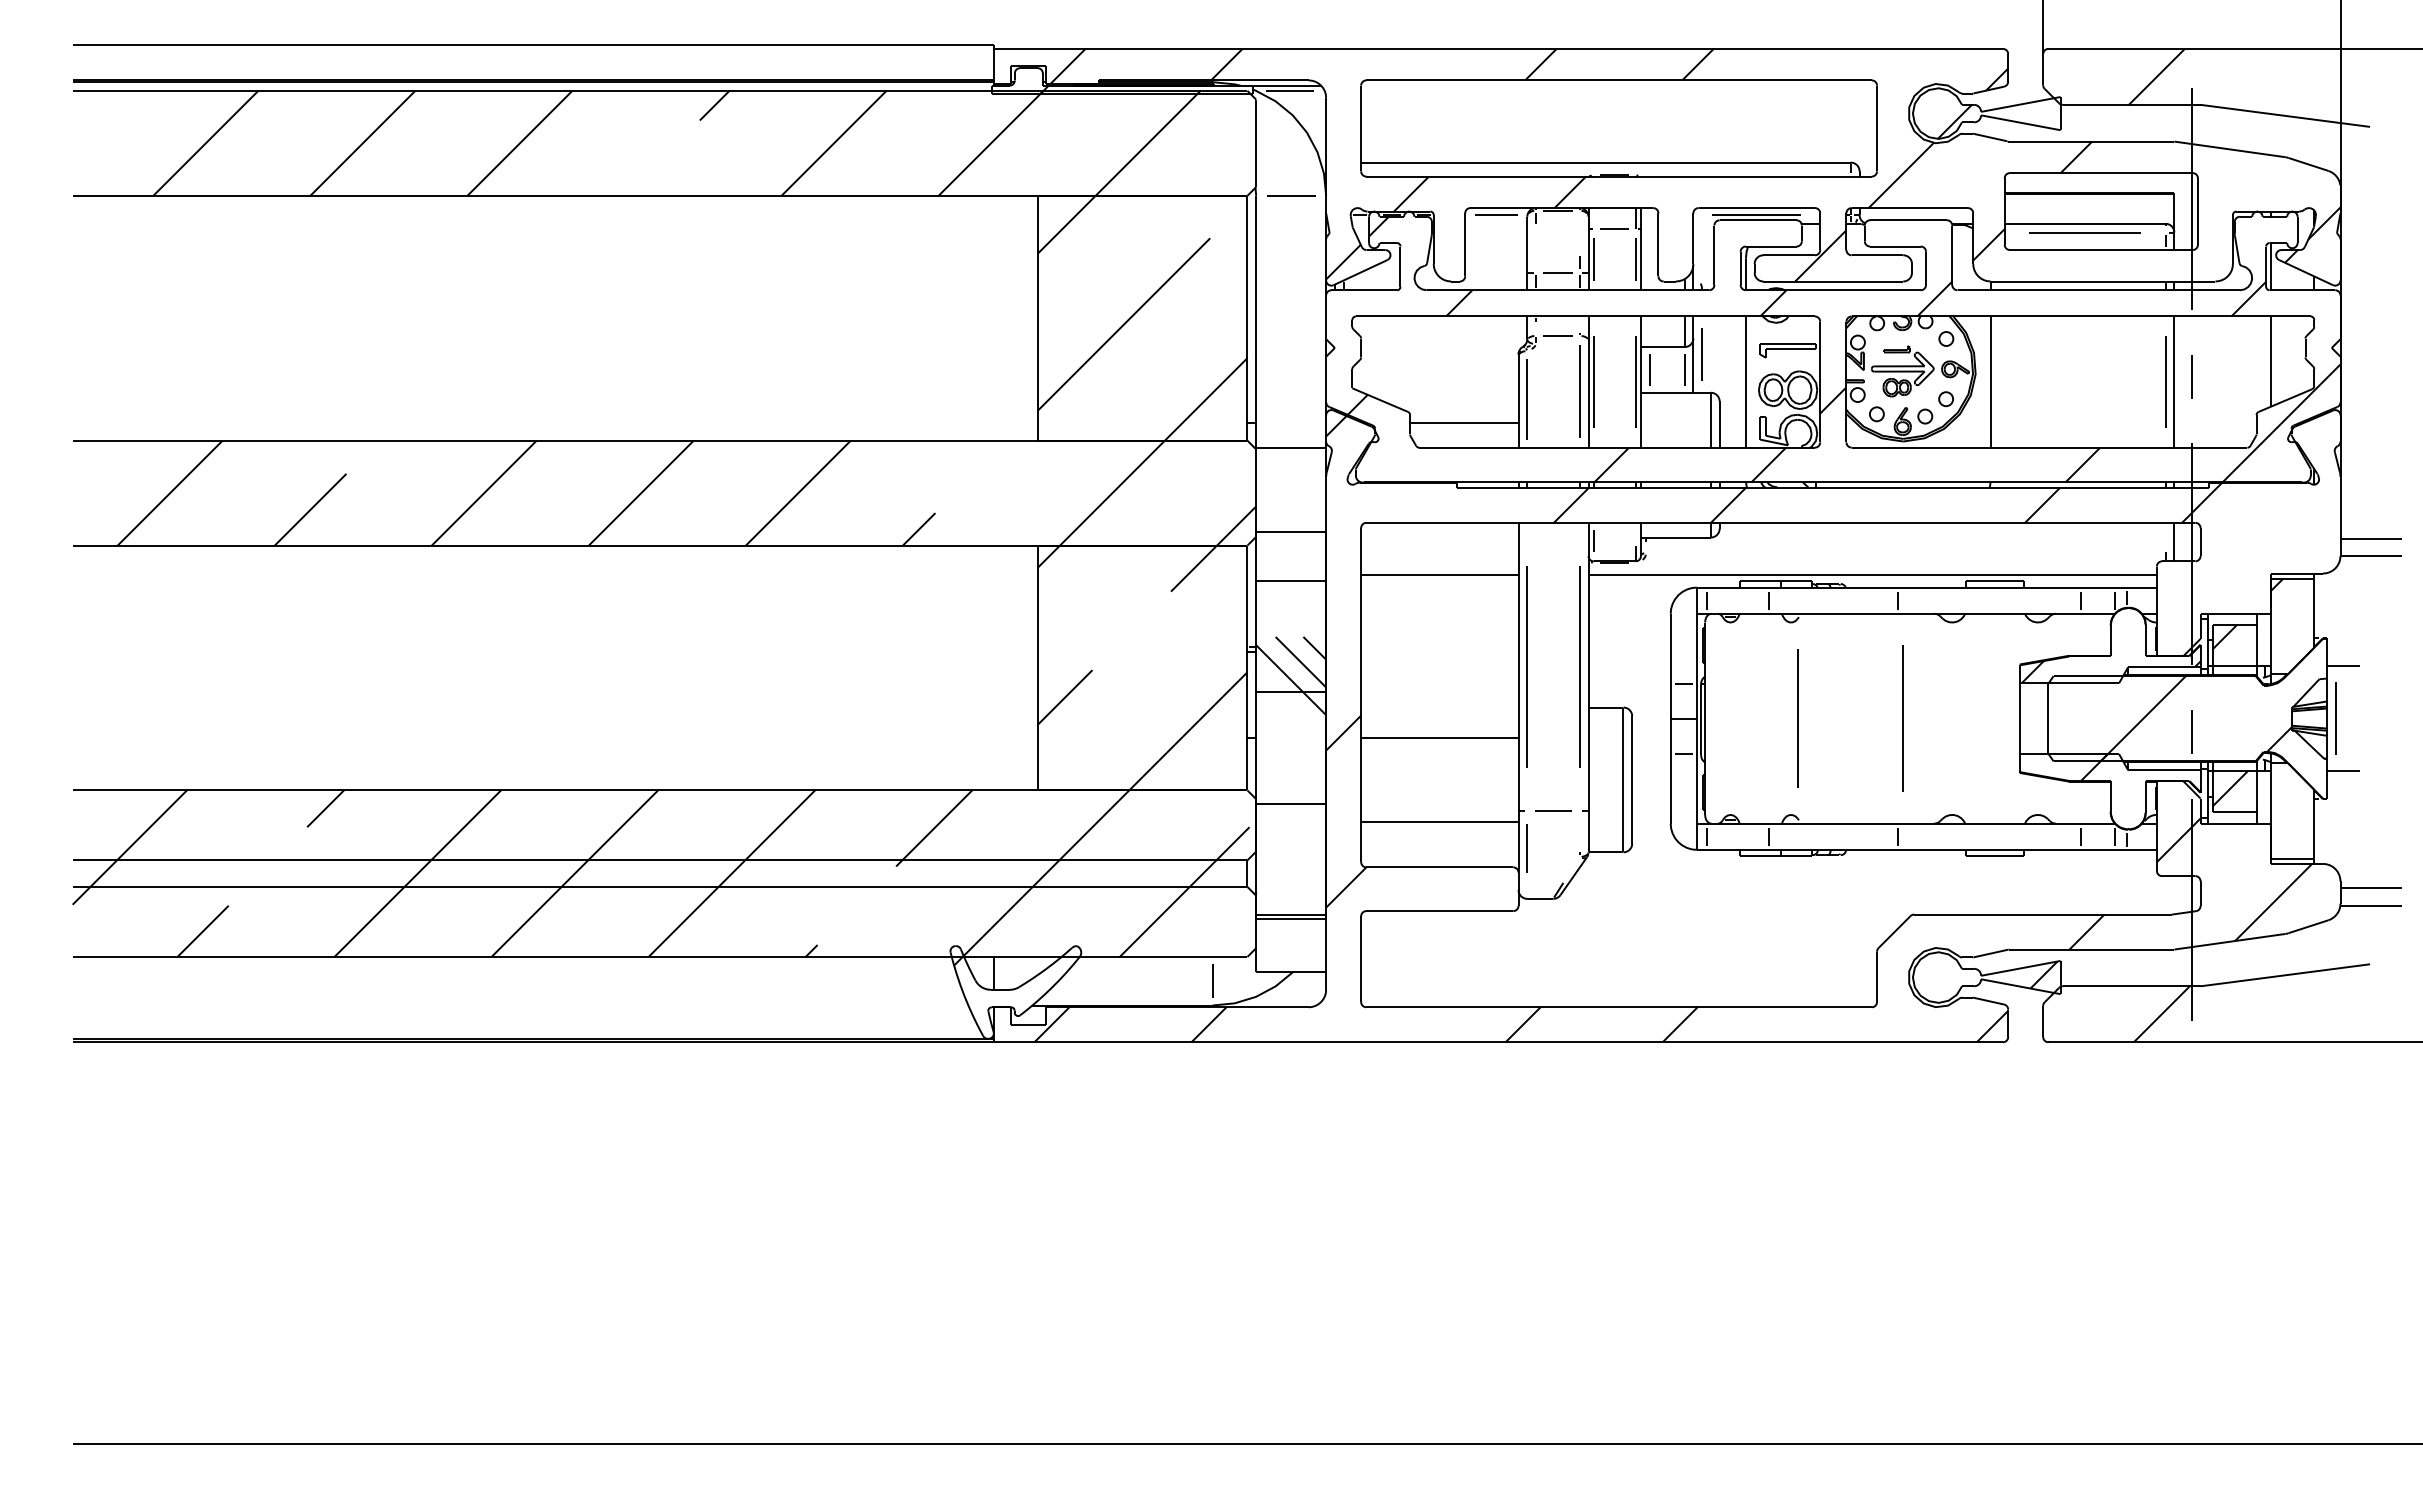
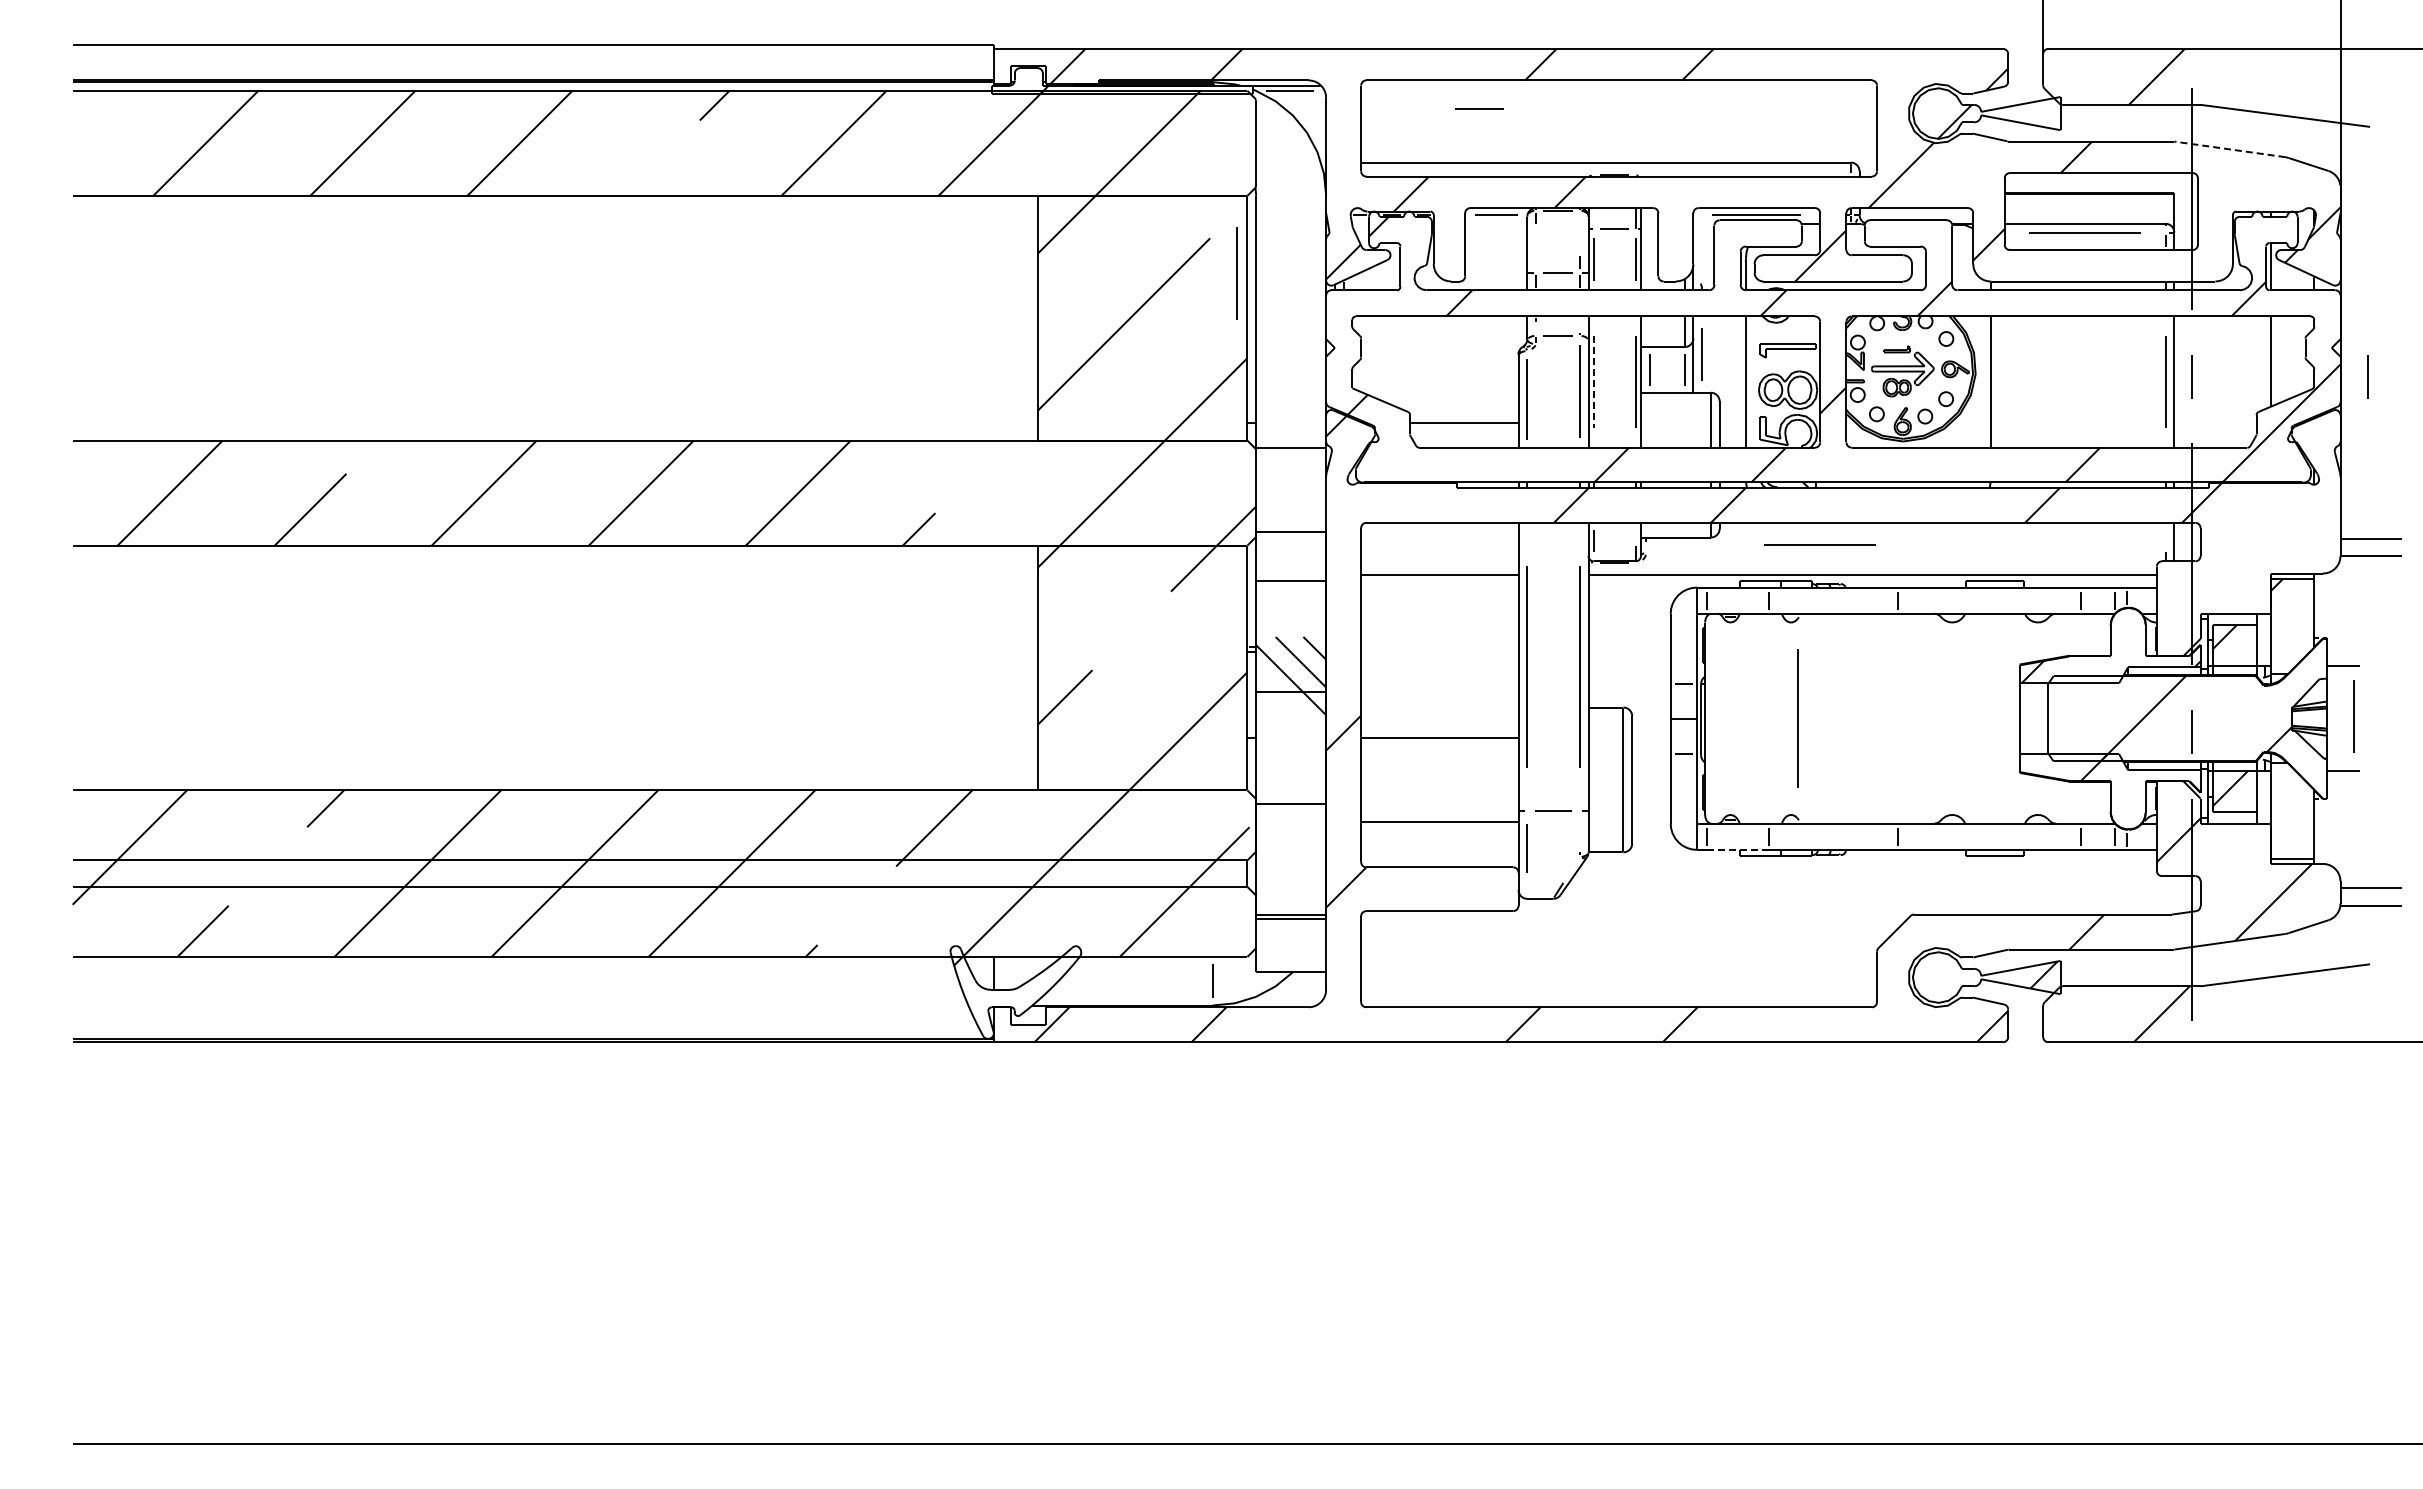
line at (2229, 149): solid -> dashed
line at (1291, 195) position: (1291, 195) -> (1479, 108)
line at (1236, 273): none -> present
line at (2367, 376): none -> present
line at (1593, 382): solid -> dashed
line at (1819, 544): none -> present
line at (1902, 718): present -> none
line at (2335, 718) position: (2335, 718) -> (2353, 716)
line at (1737, 849): solid -> dashed
